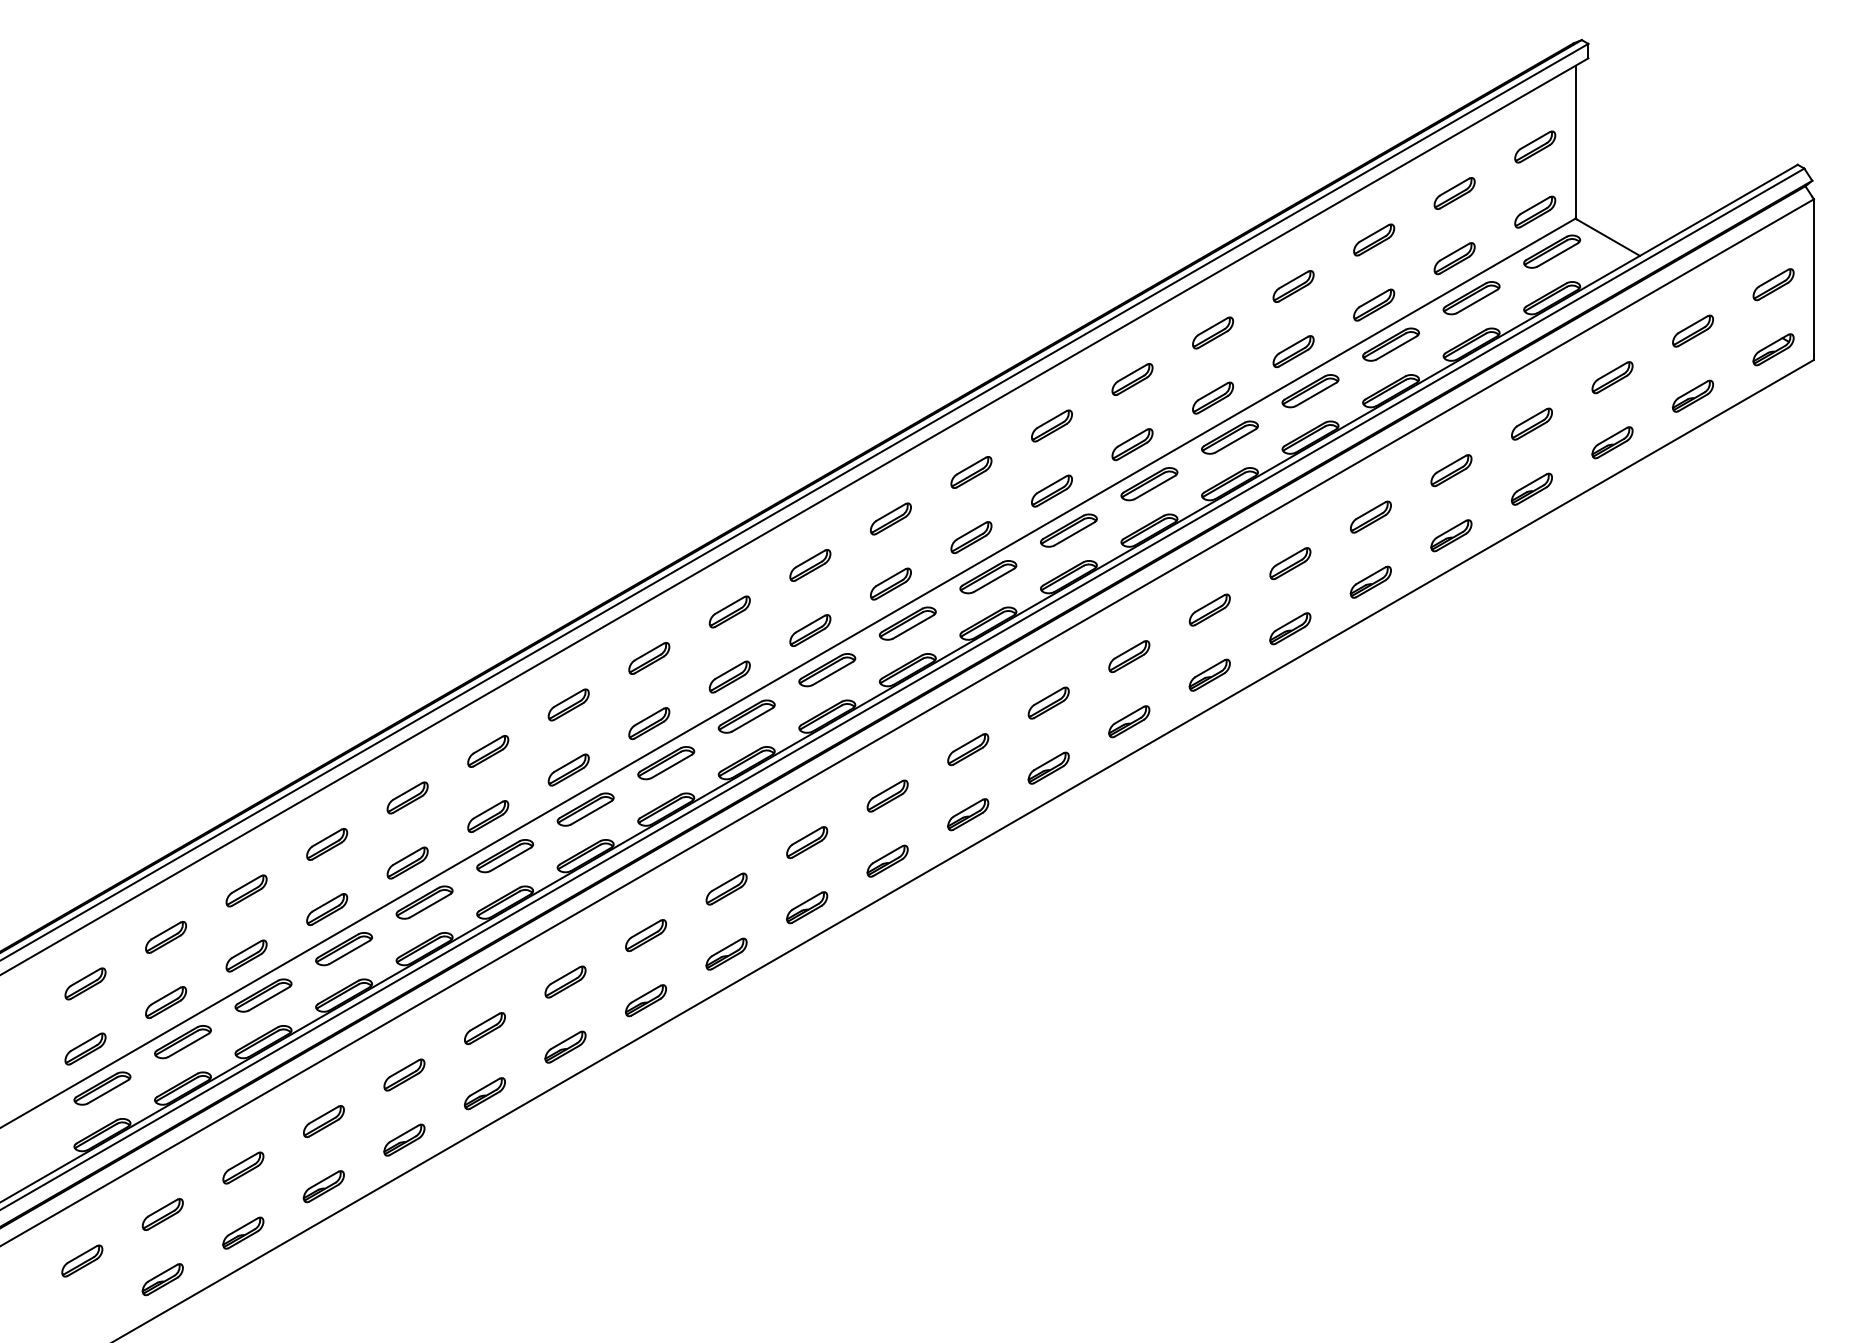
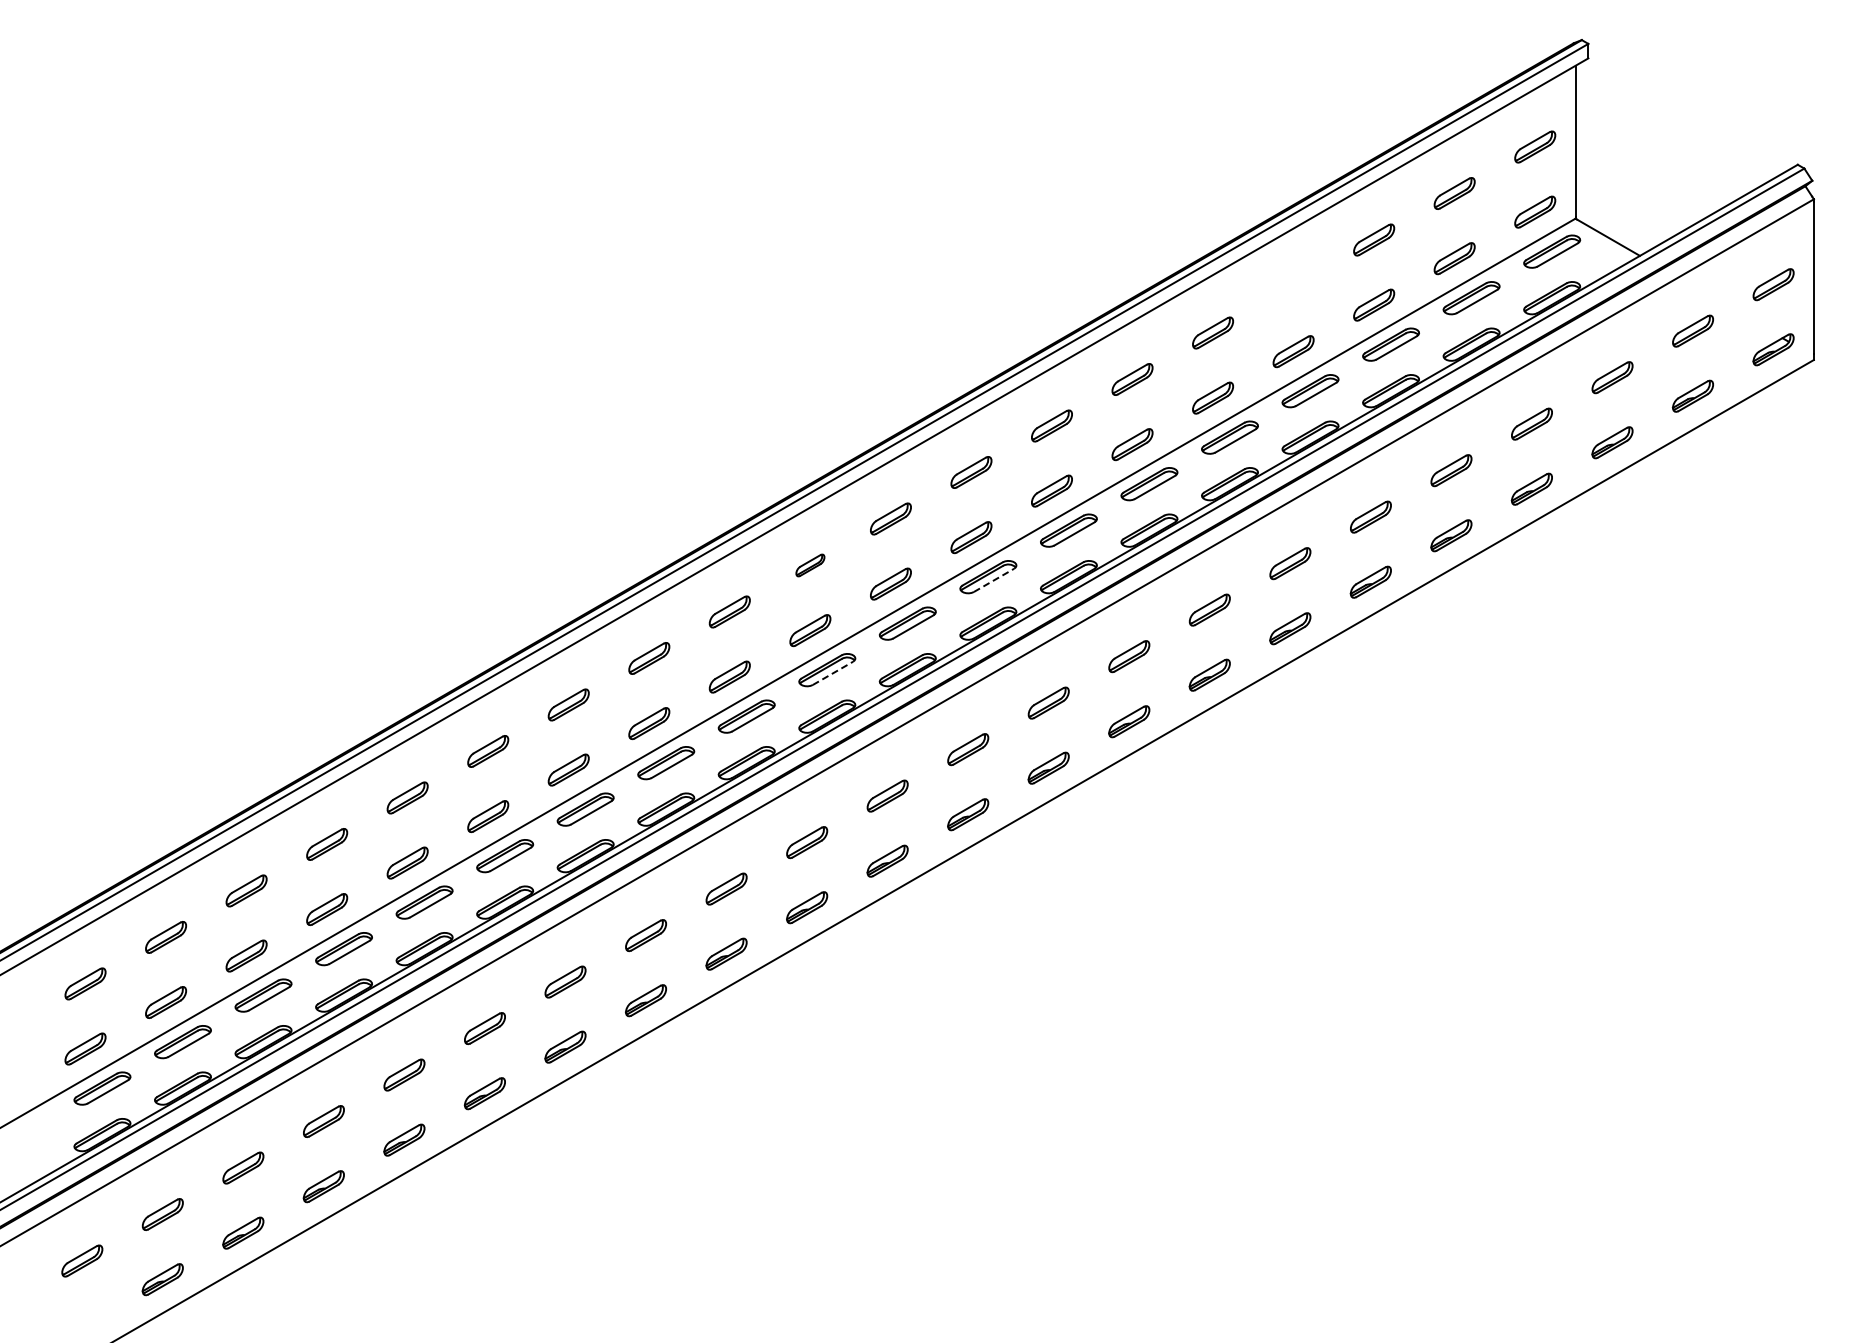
part at (1293, 286): present -> none
part at (810, 565) size: 43x33 px -> 31x25 px
line at (994, 580): solid -> dashed
line at (833, 673): solid -> dashed
